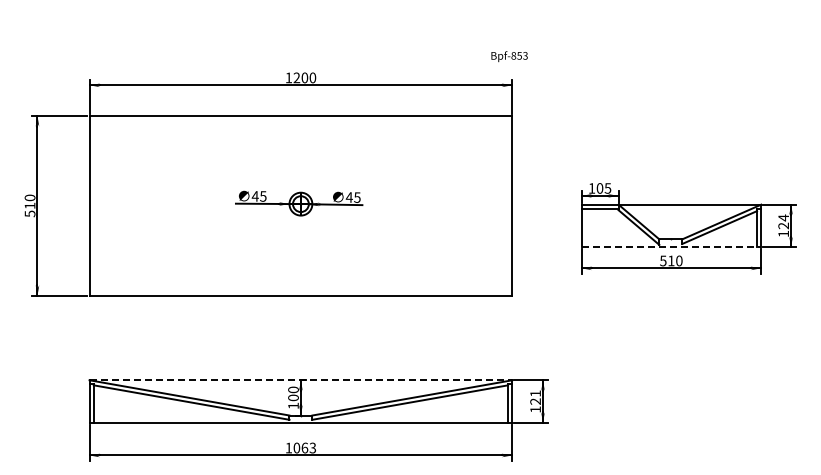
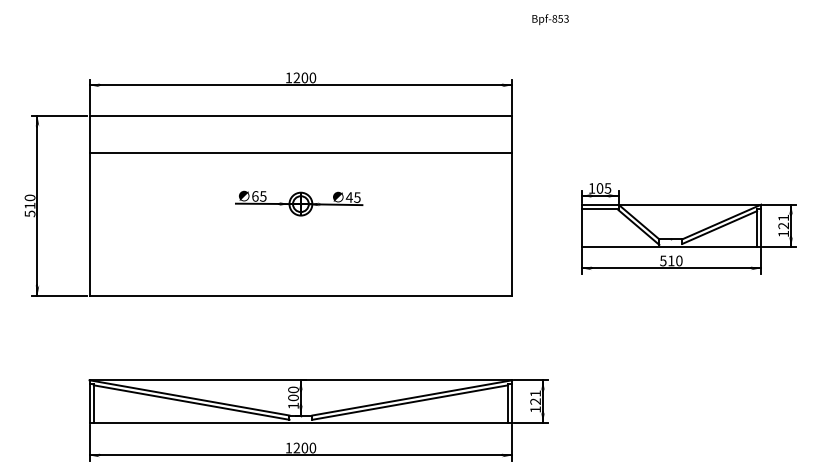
text at (509, 56) position: (509, 56) -> (550, 19)
line at (300, 153): none -> present
text at (254, 196): 45 -> 65
text at (783, 217): 124 -> 121
line at (671, 247): dashed -> solid
line at (301, 380): dashed -> solid
text at (304, 447): 1063 -> 1200
